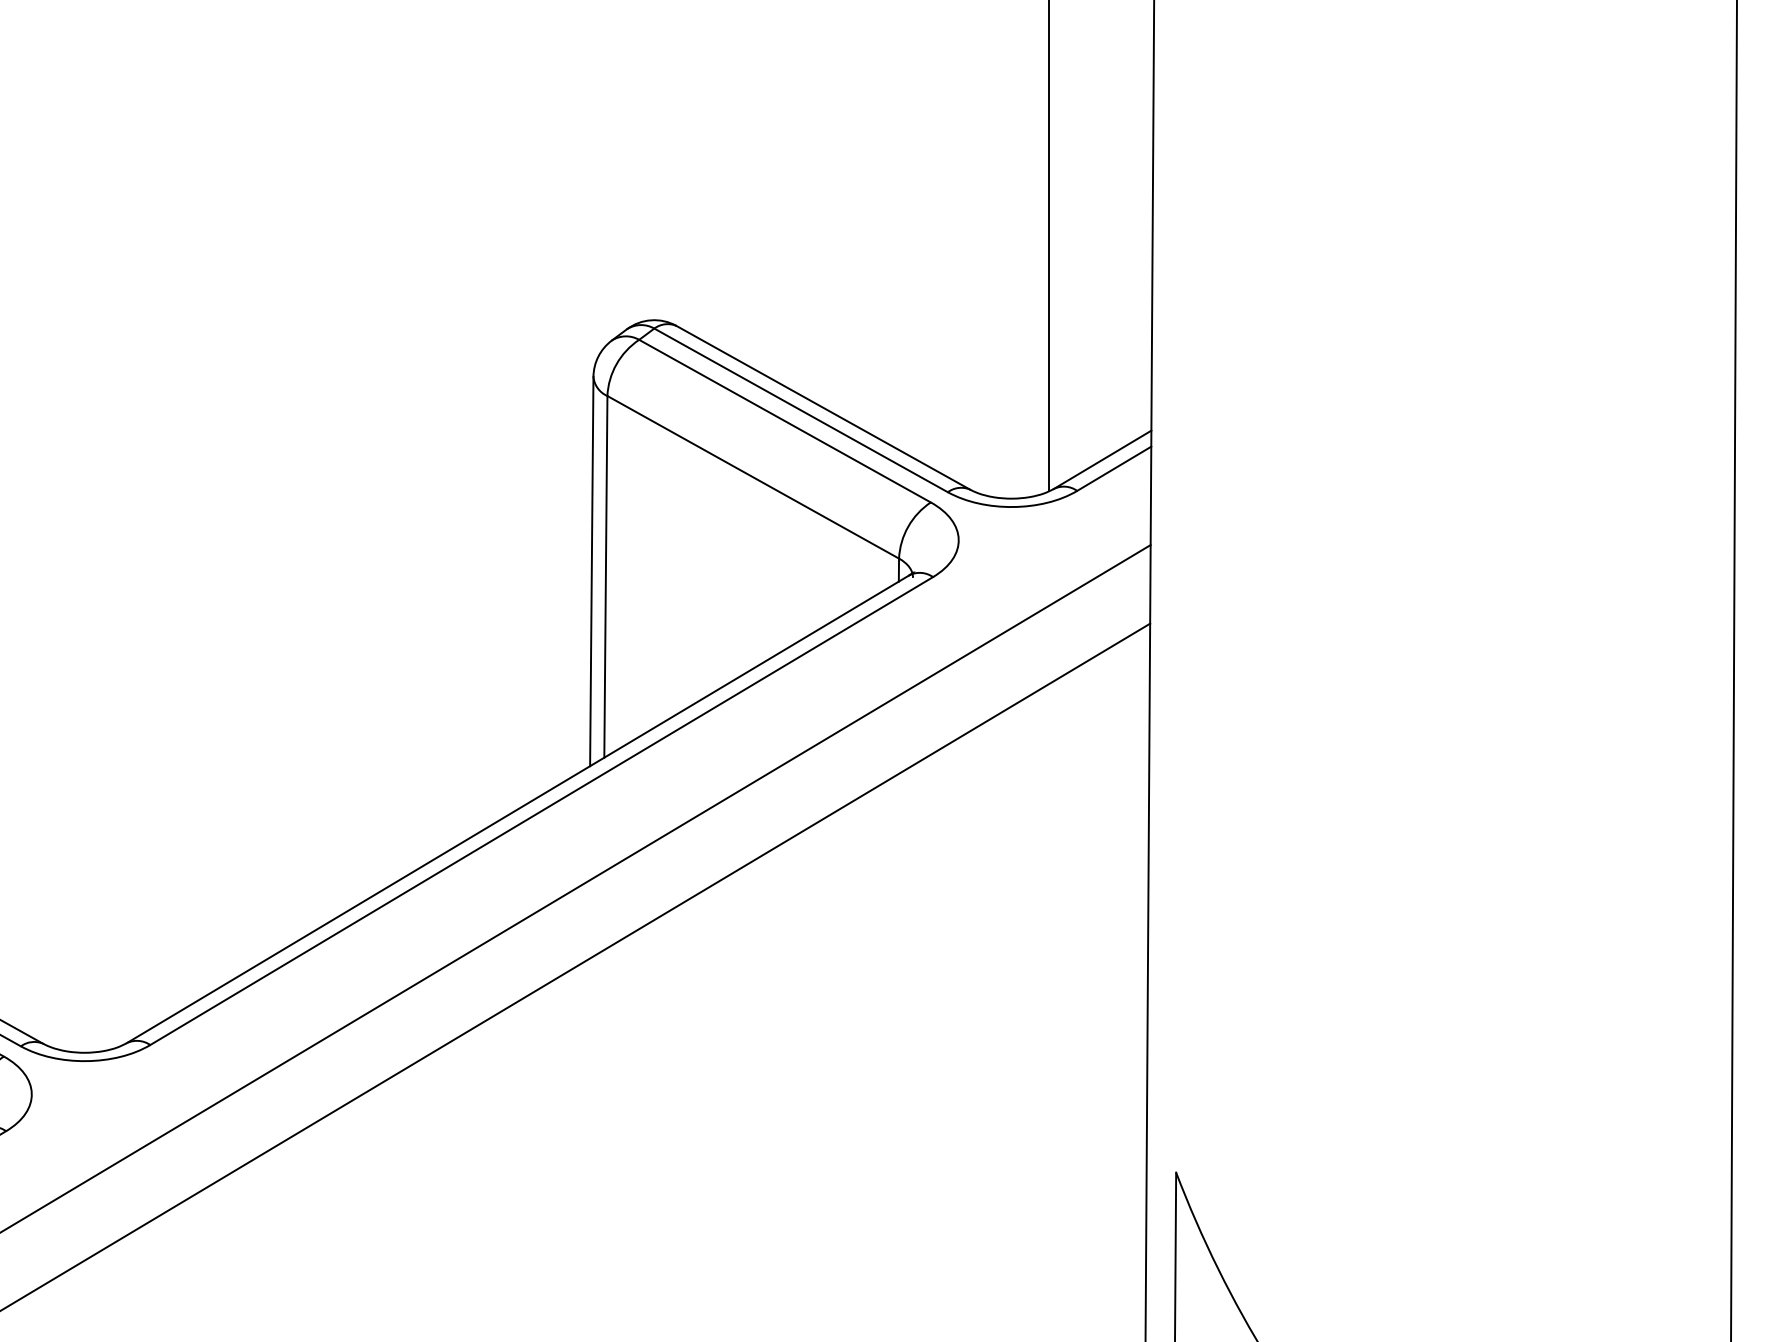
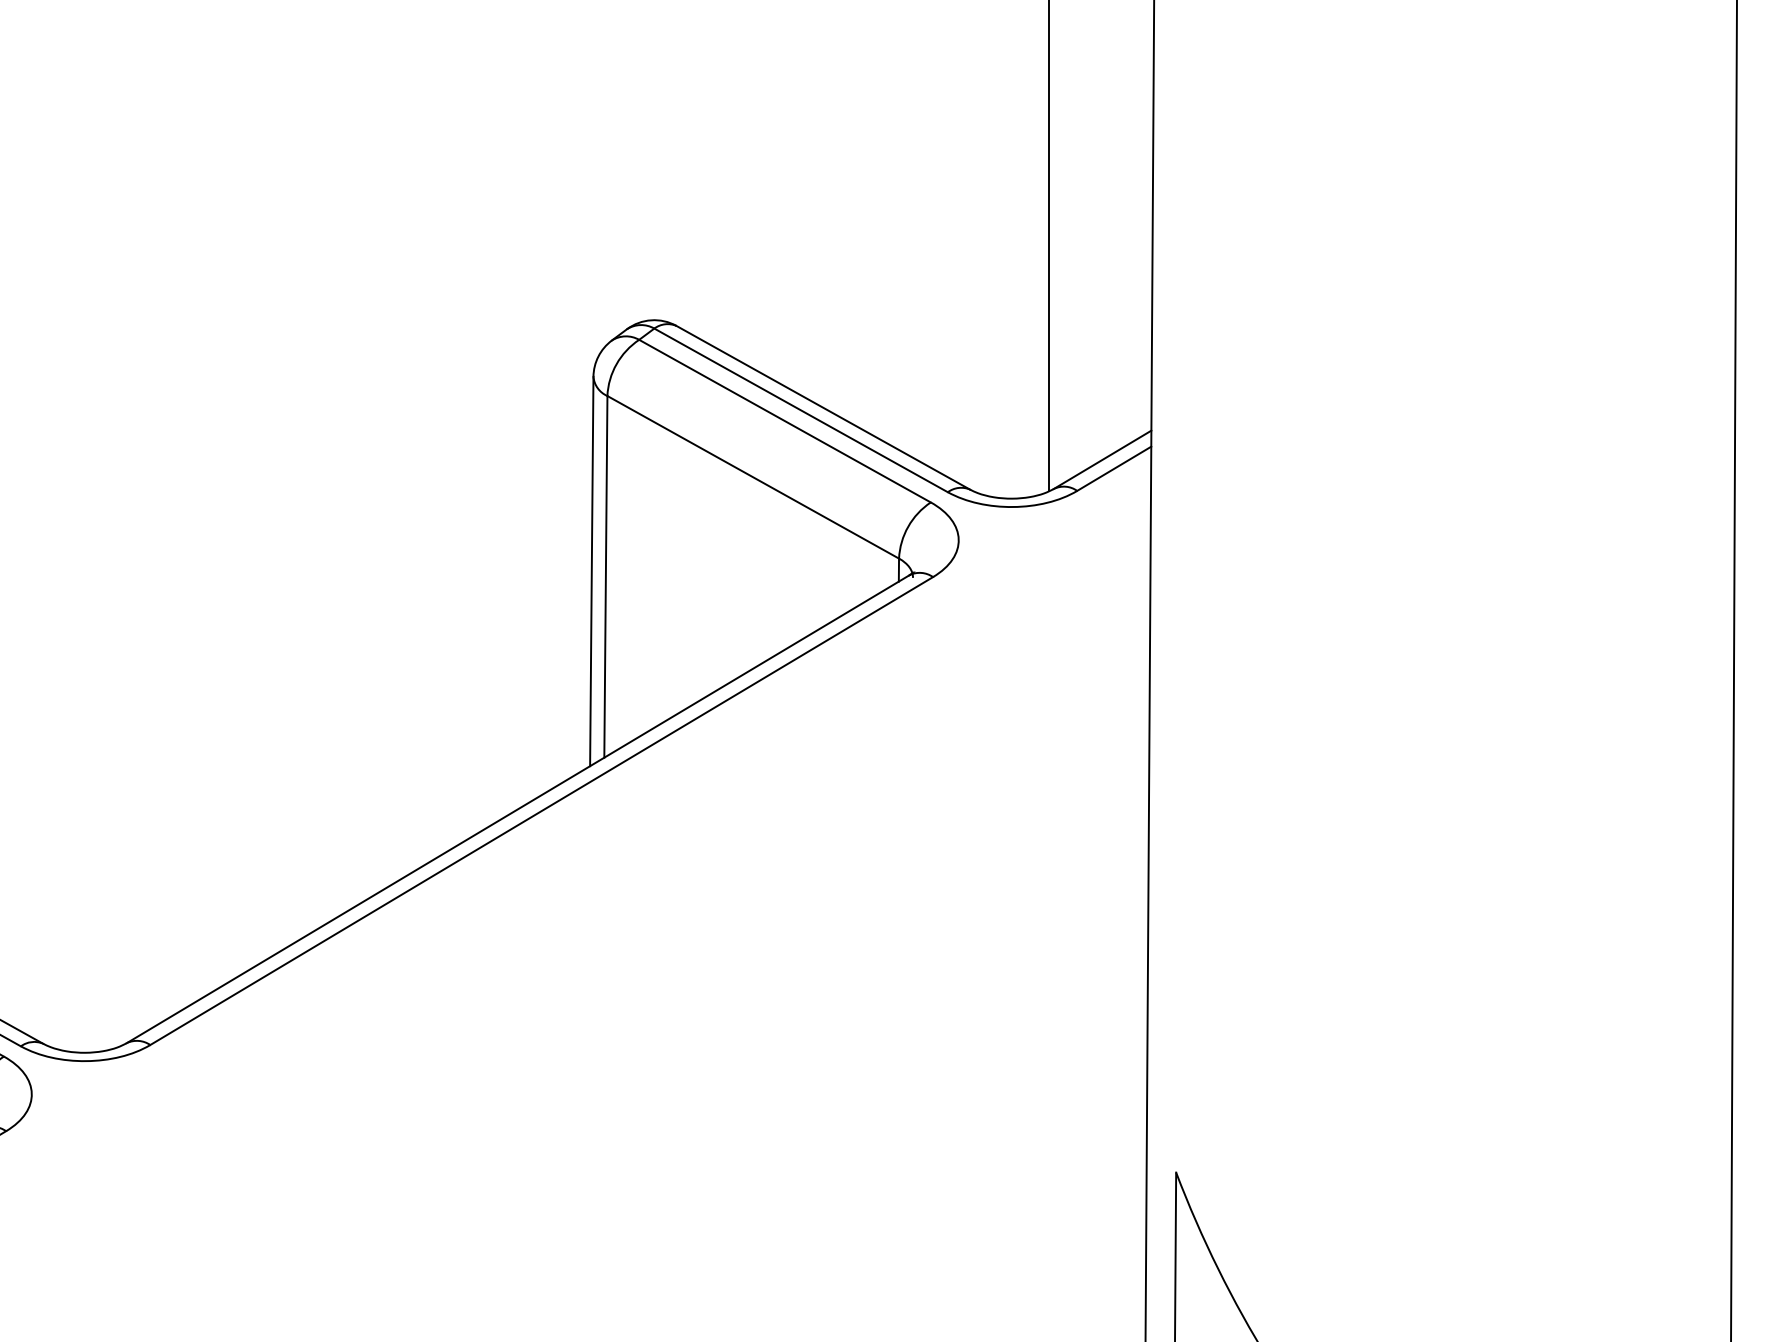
line at (576, 888): present -> none
line at (576, 966): present -> none
